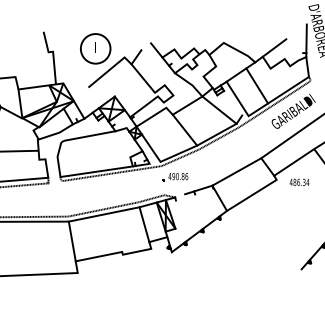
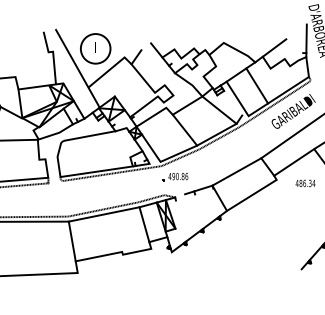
line at (77, 68): none -> present
line at (19, 150) position: (19, 150) -> (19, 139)
text at (299, 182) position: (299, 182) -> (305, 183)
